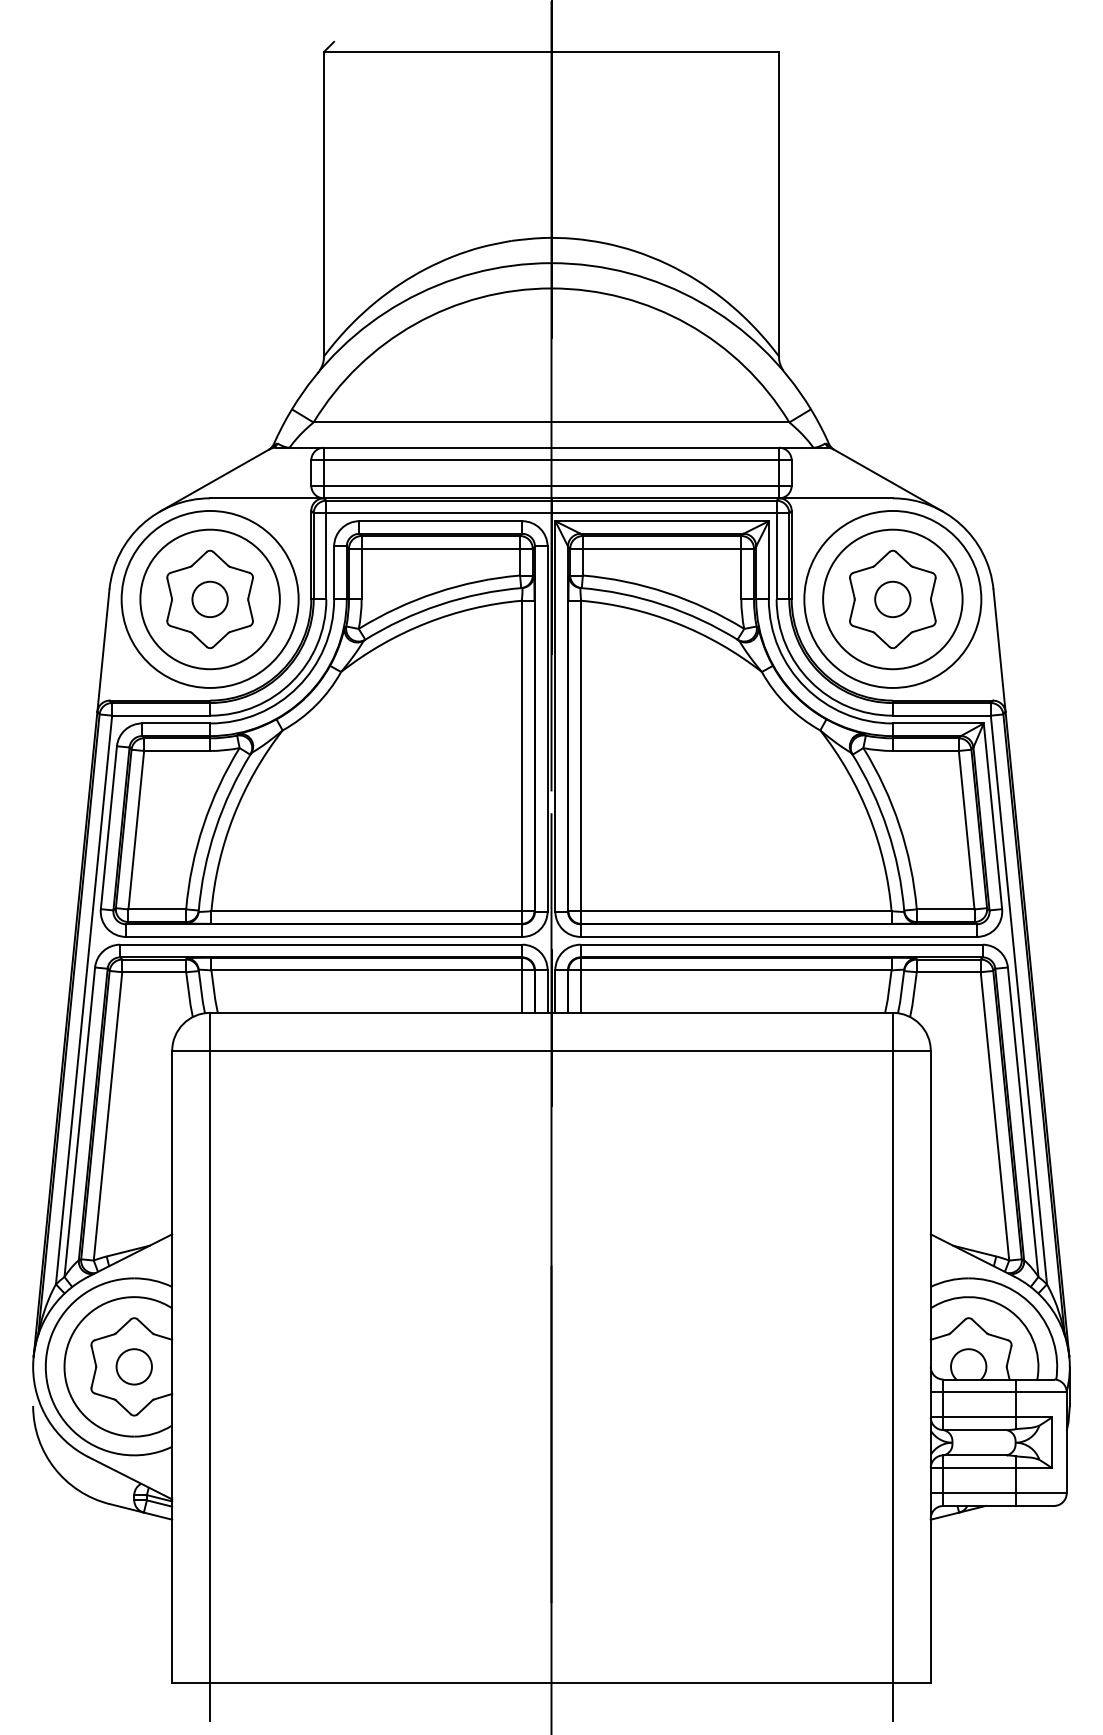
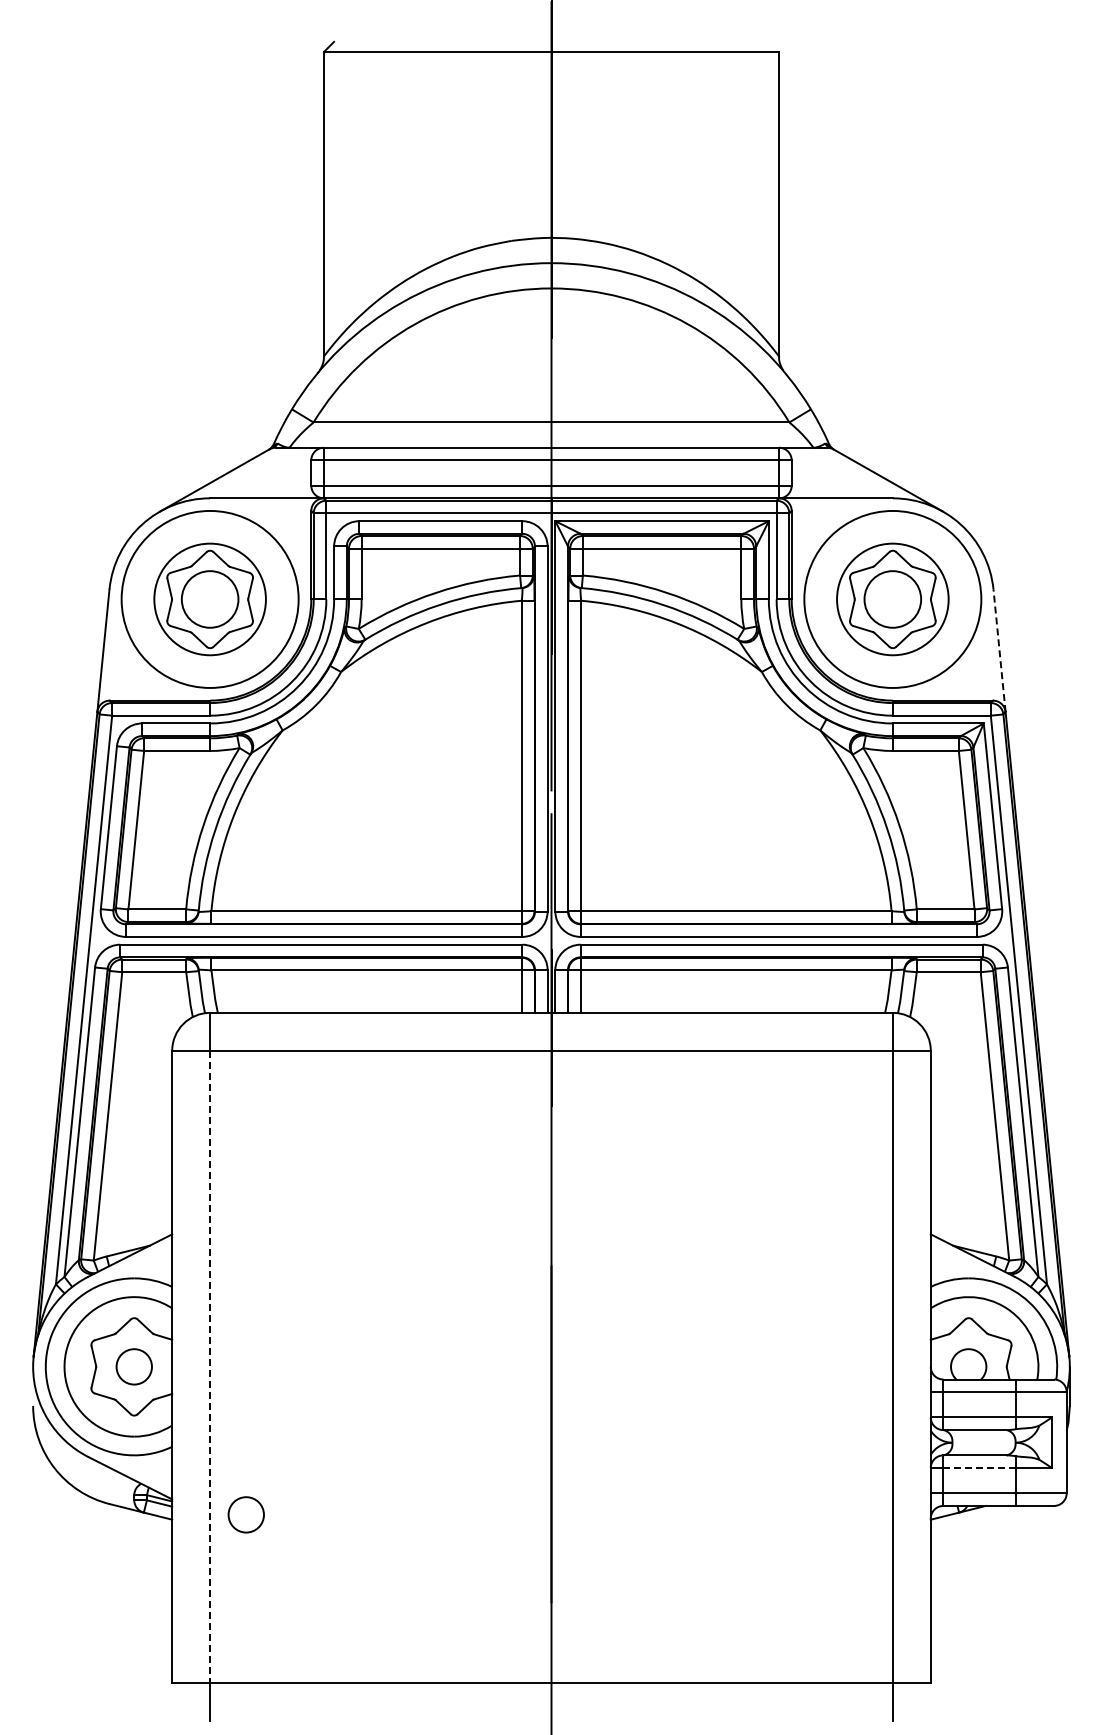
circle at (209, 599) diameter: 140 px -> 112 px
circle at (209, 599) diameter: 35 px -> 57 px
circle at (892, 599) diameter: 140 px -> 112 px
circle at (892, 599) diameter: 35 px -> 57 px
line at (999, 650): solid -> dashed
line at (210, 1367): solid -> dashed
line at (979, 1468): solid -> dashed
circle at (245, 1514): none -> present
